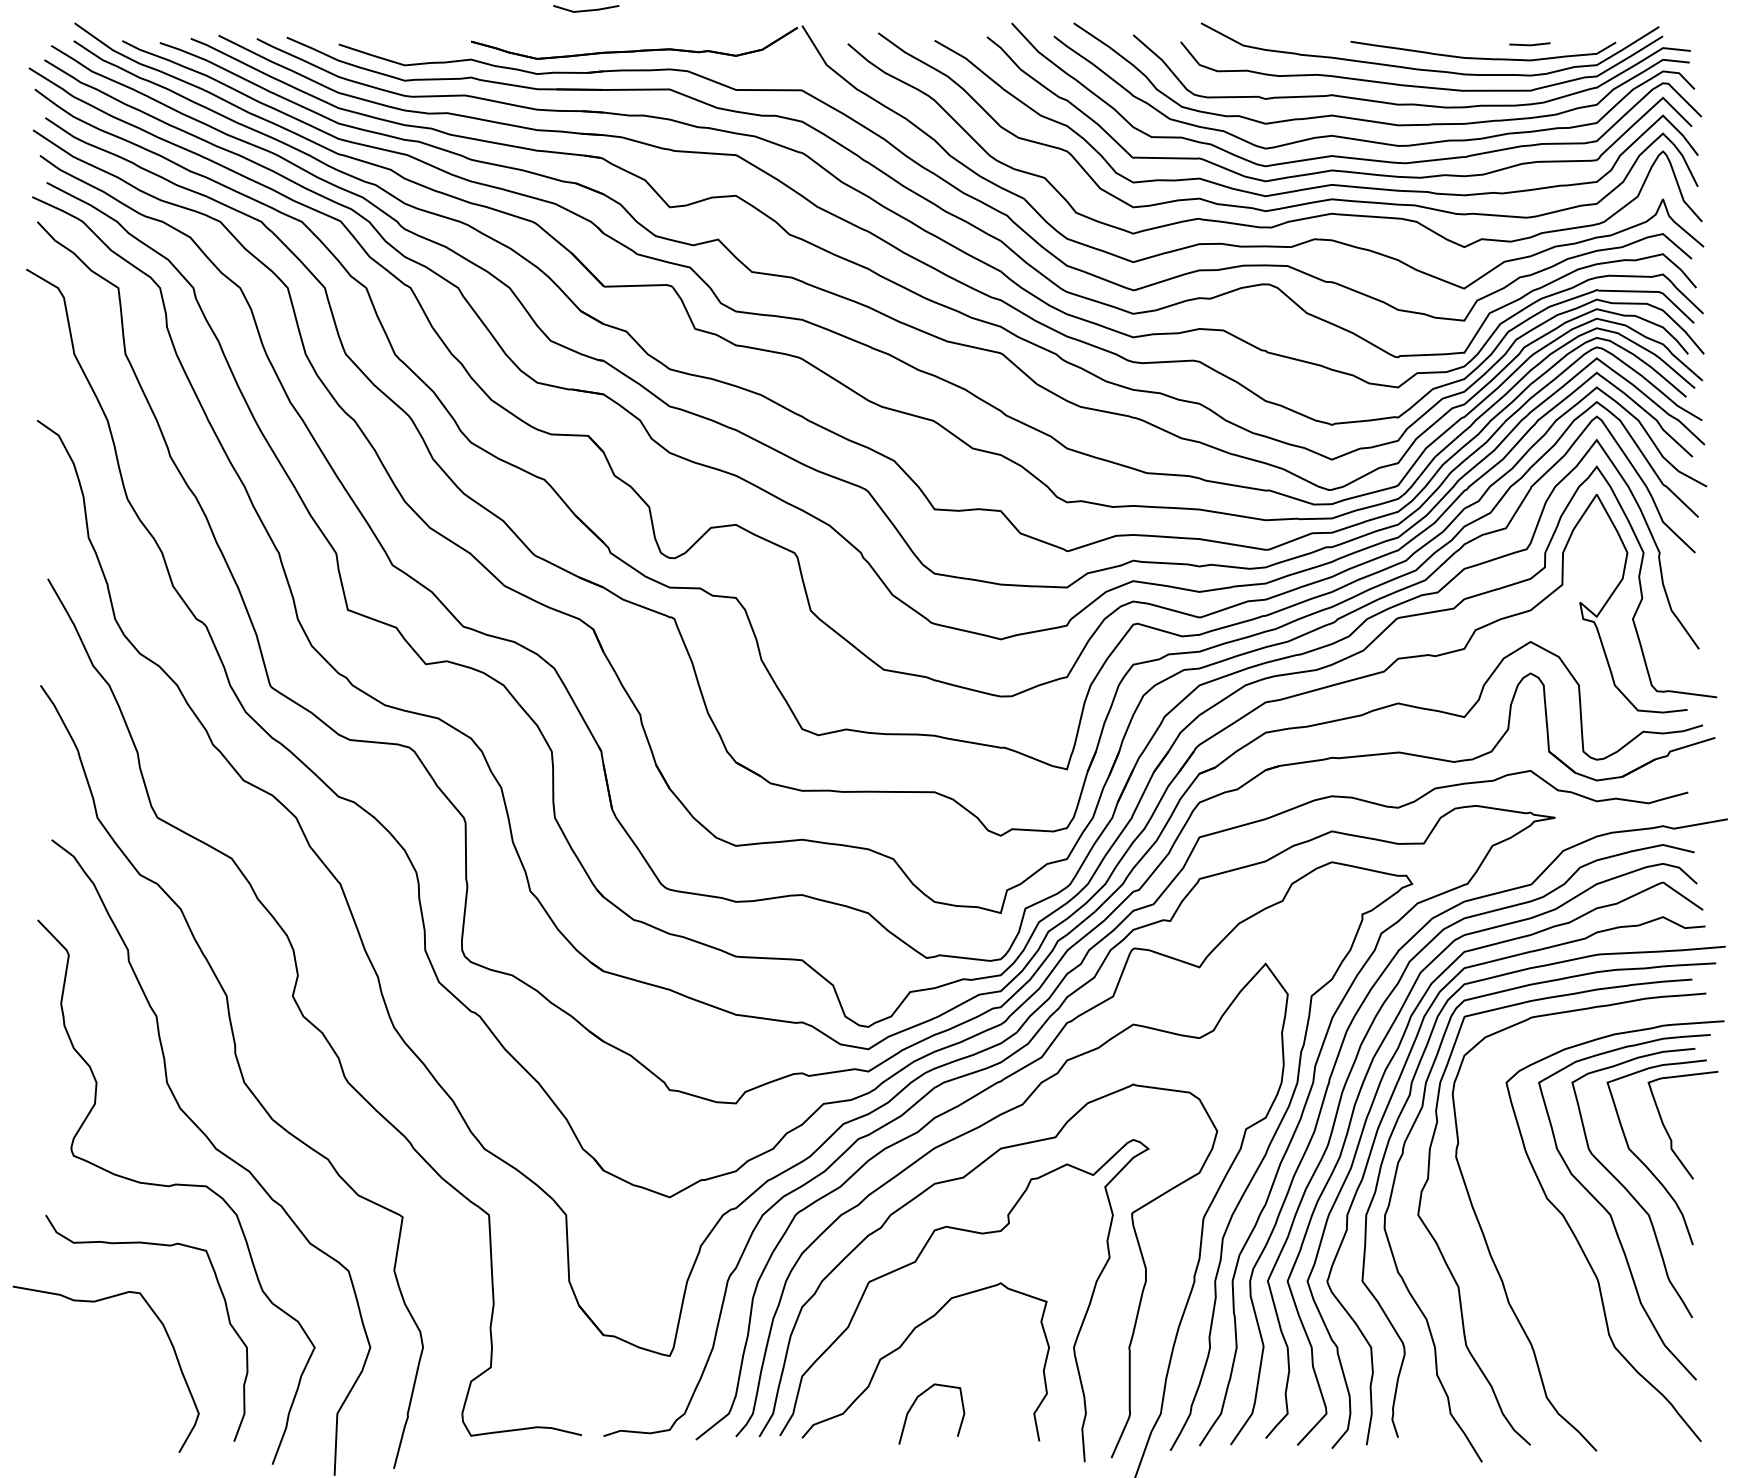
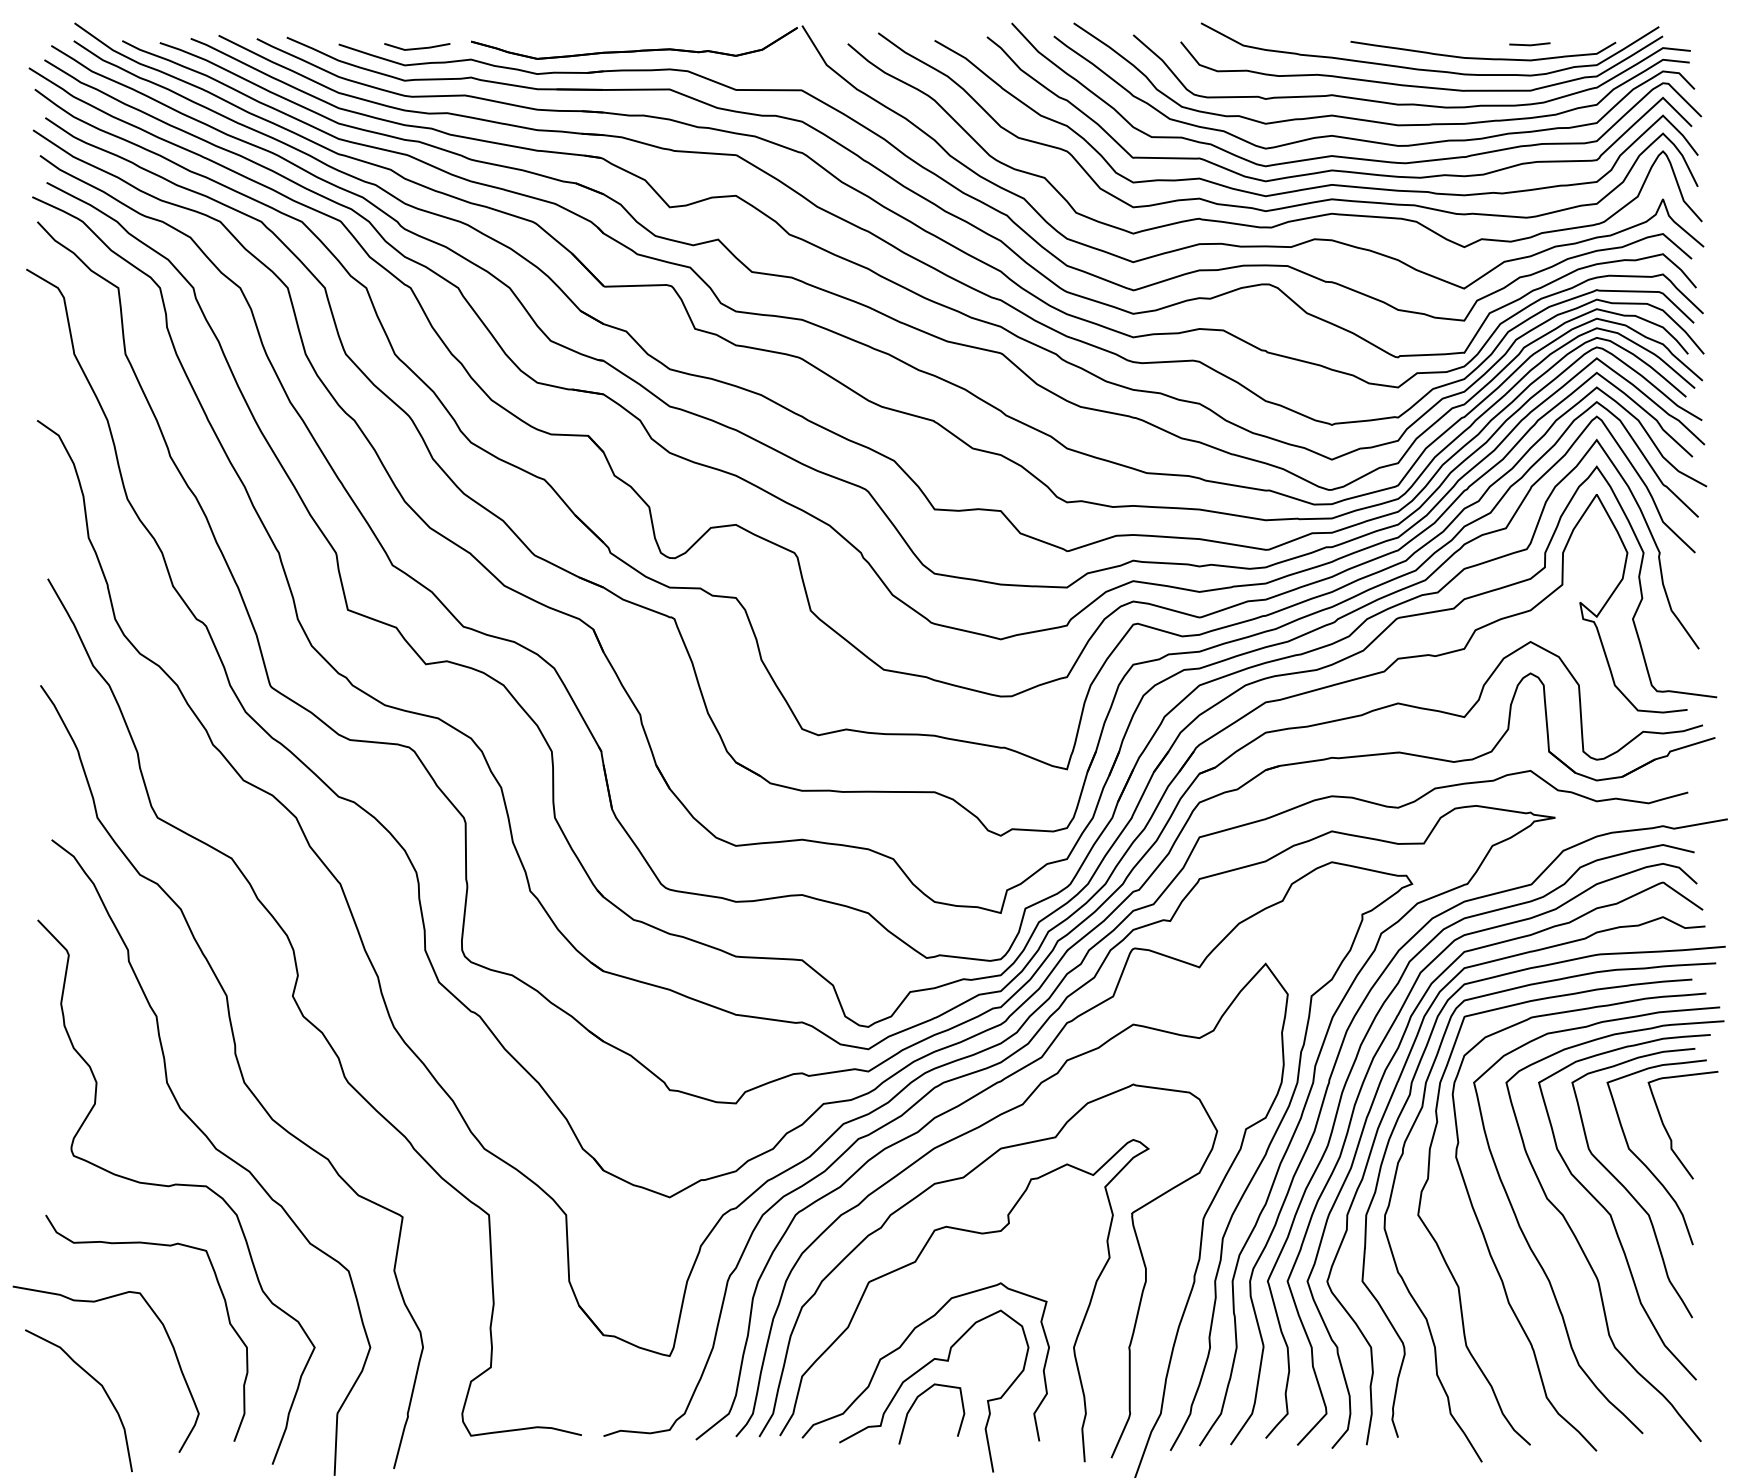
line at (586, 9) position: (586, 9) -> (417, 47)
curve at (1535, 1254): none -> present
curve at (919, 1371): none -> present
curve at (96, 1382): none -> present
